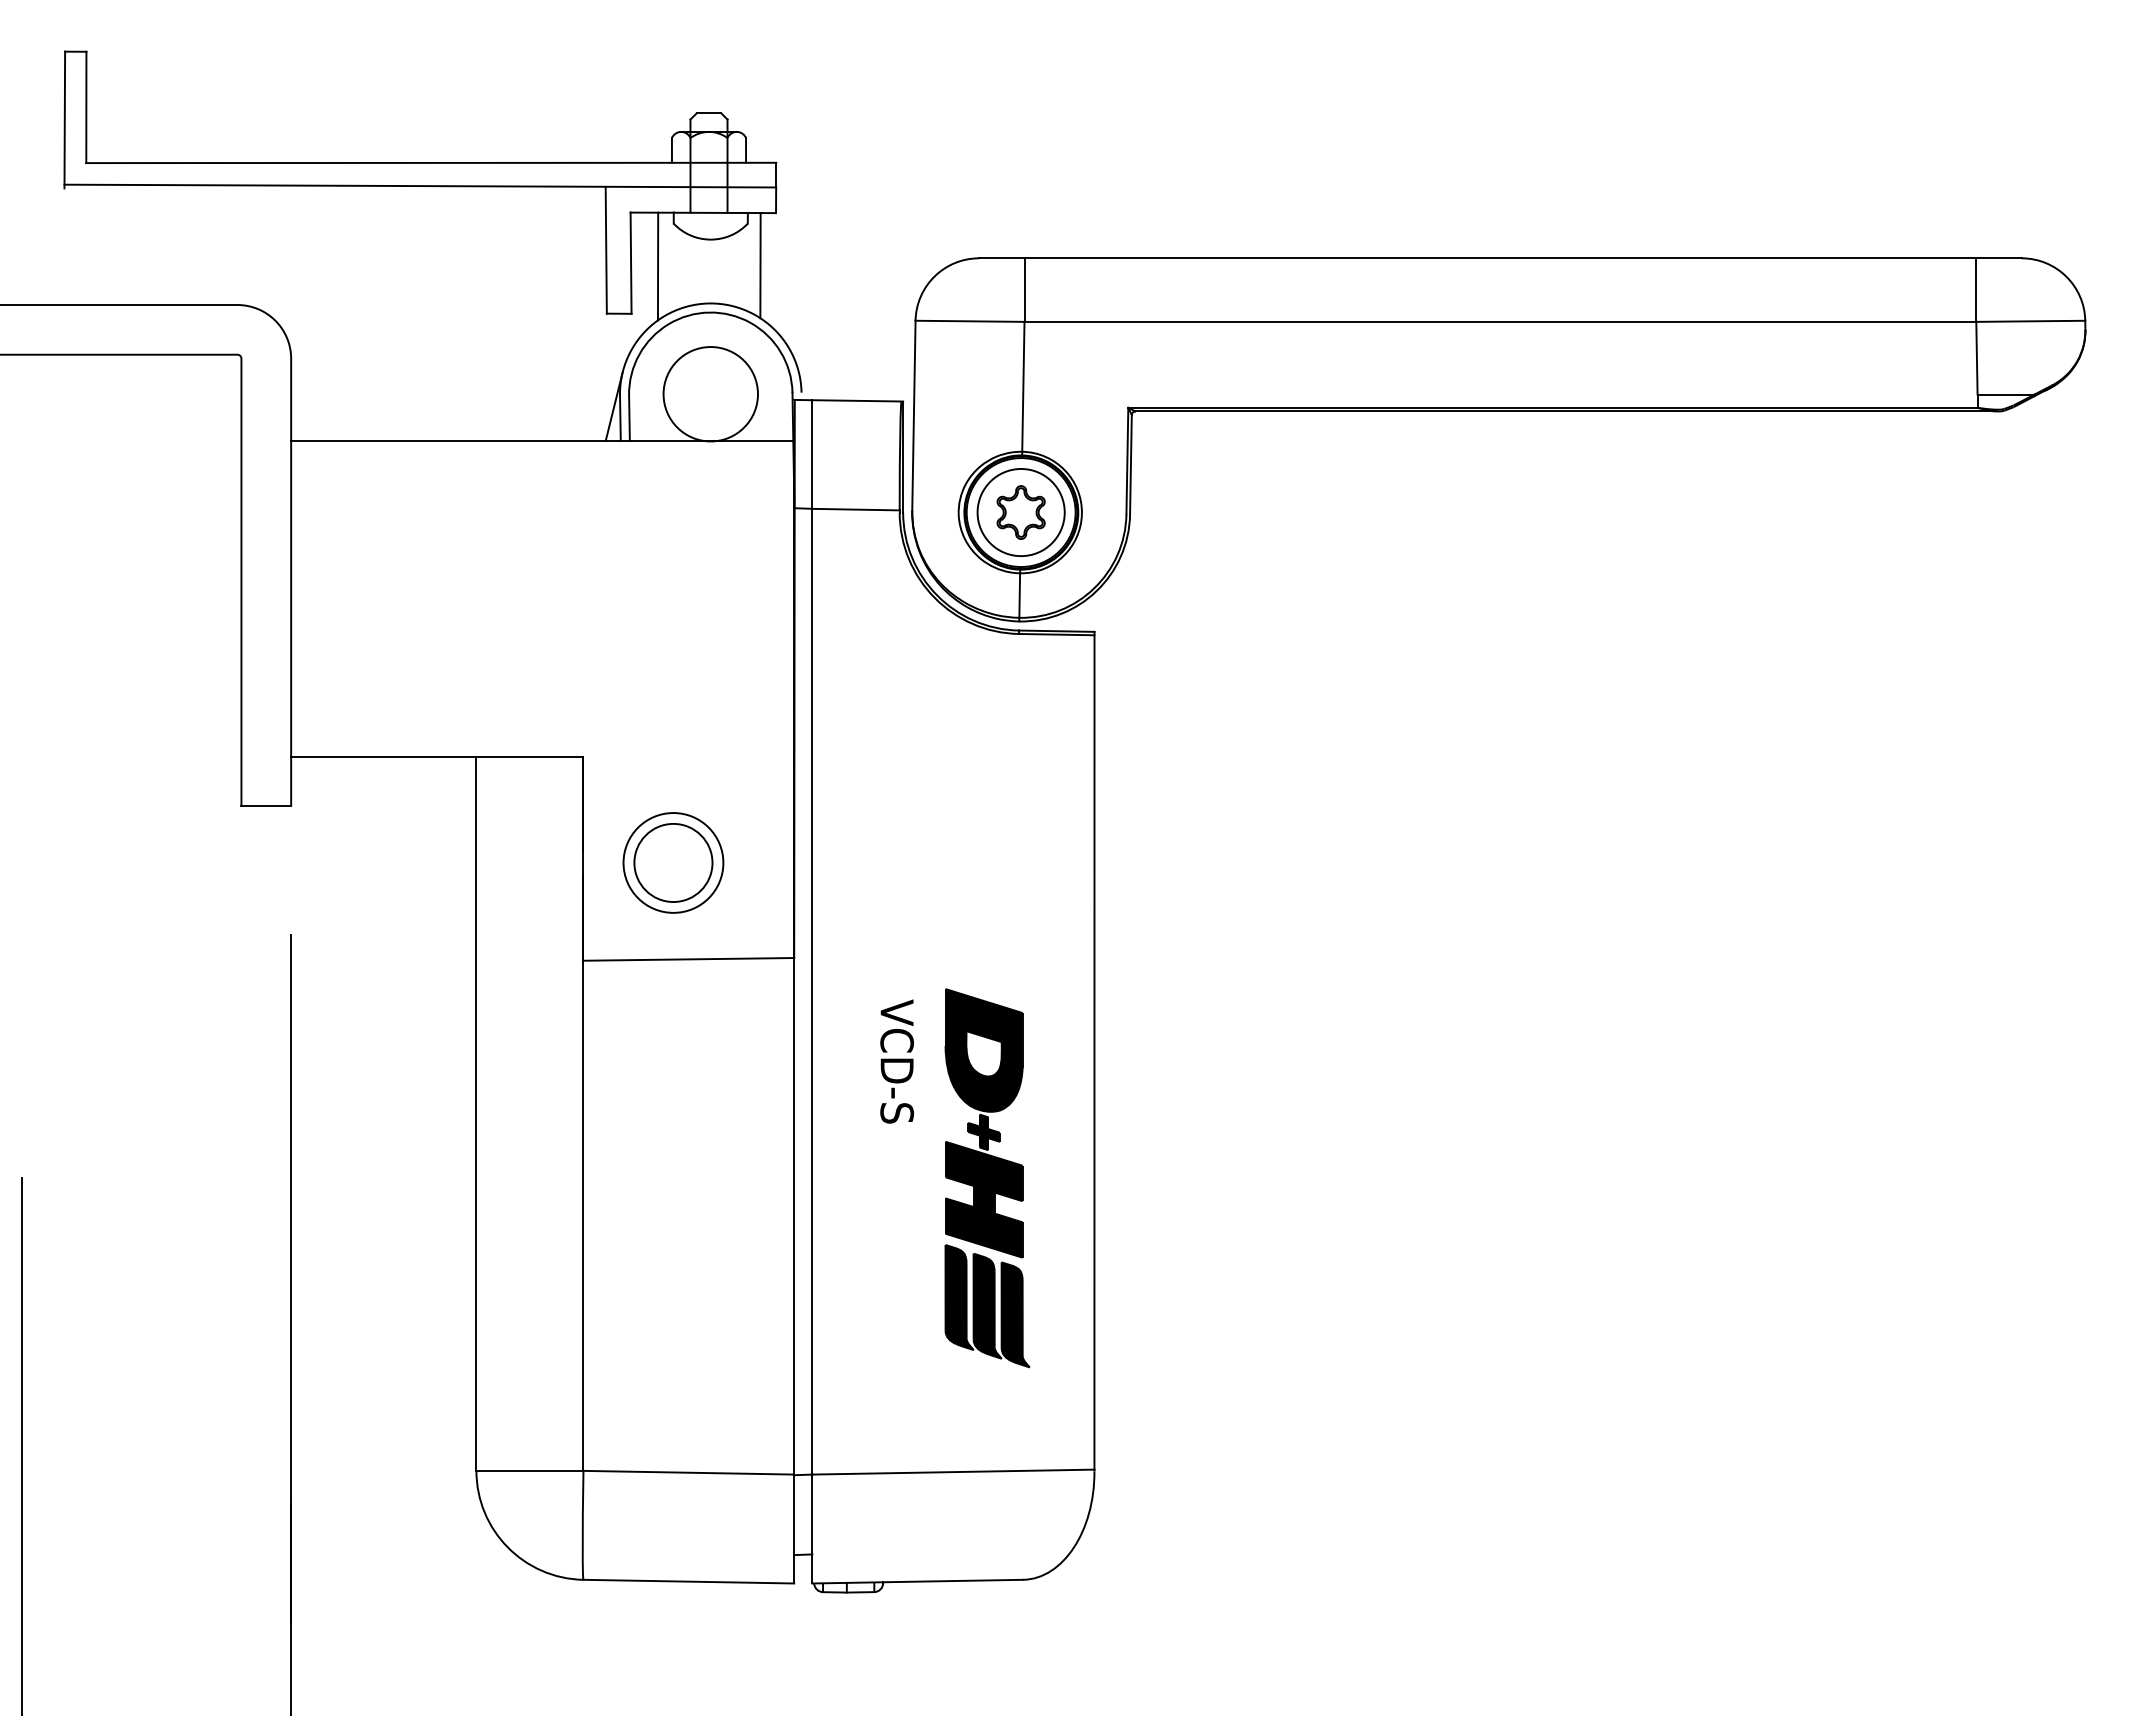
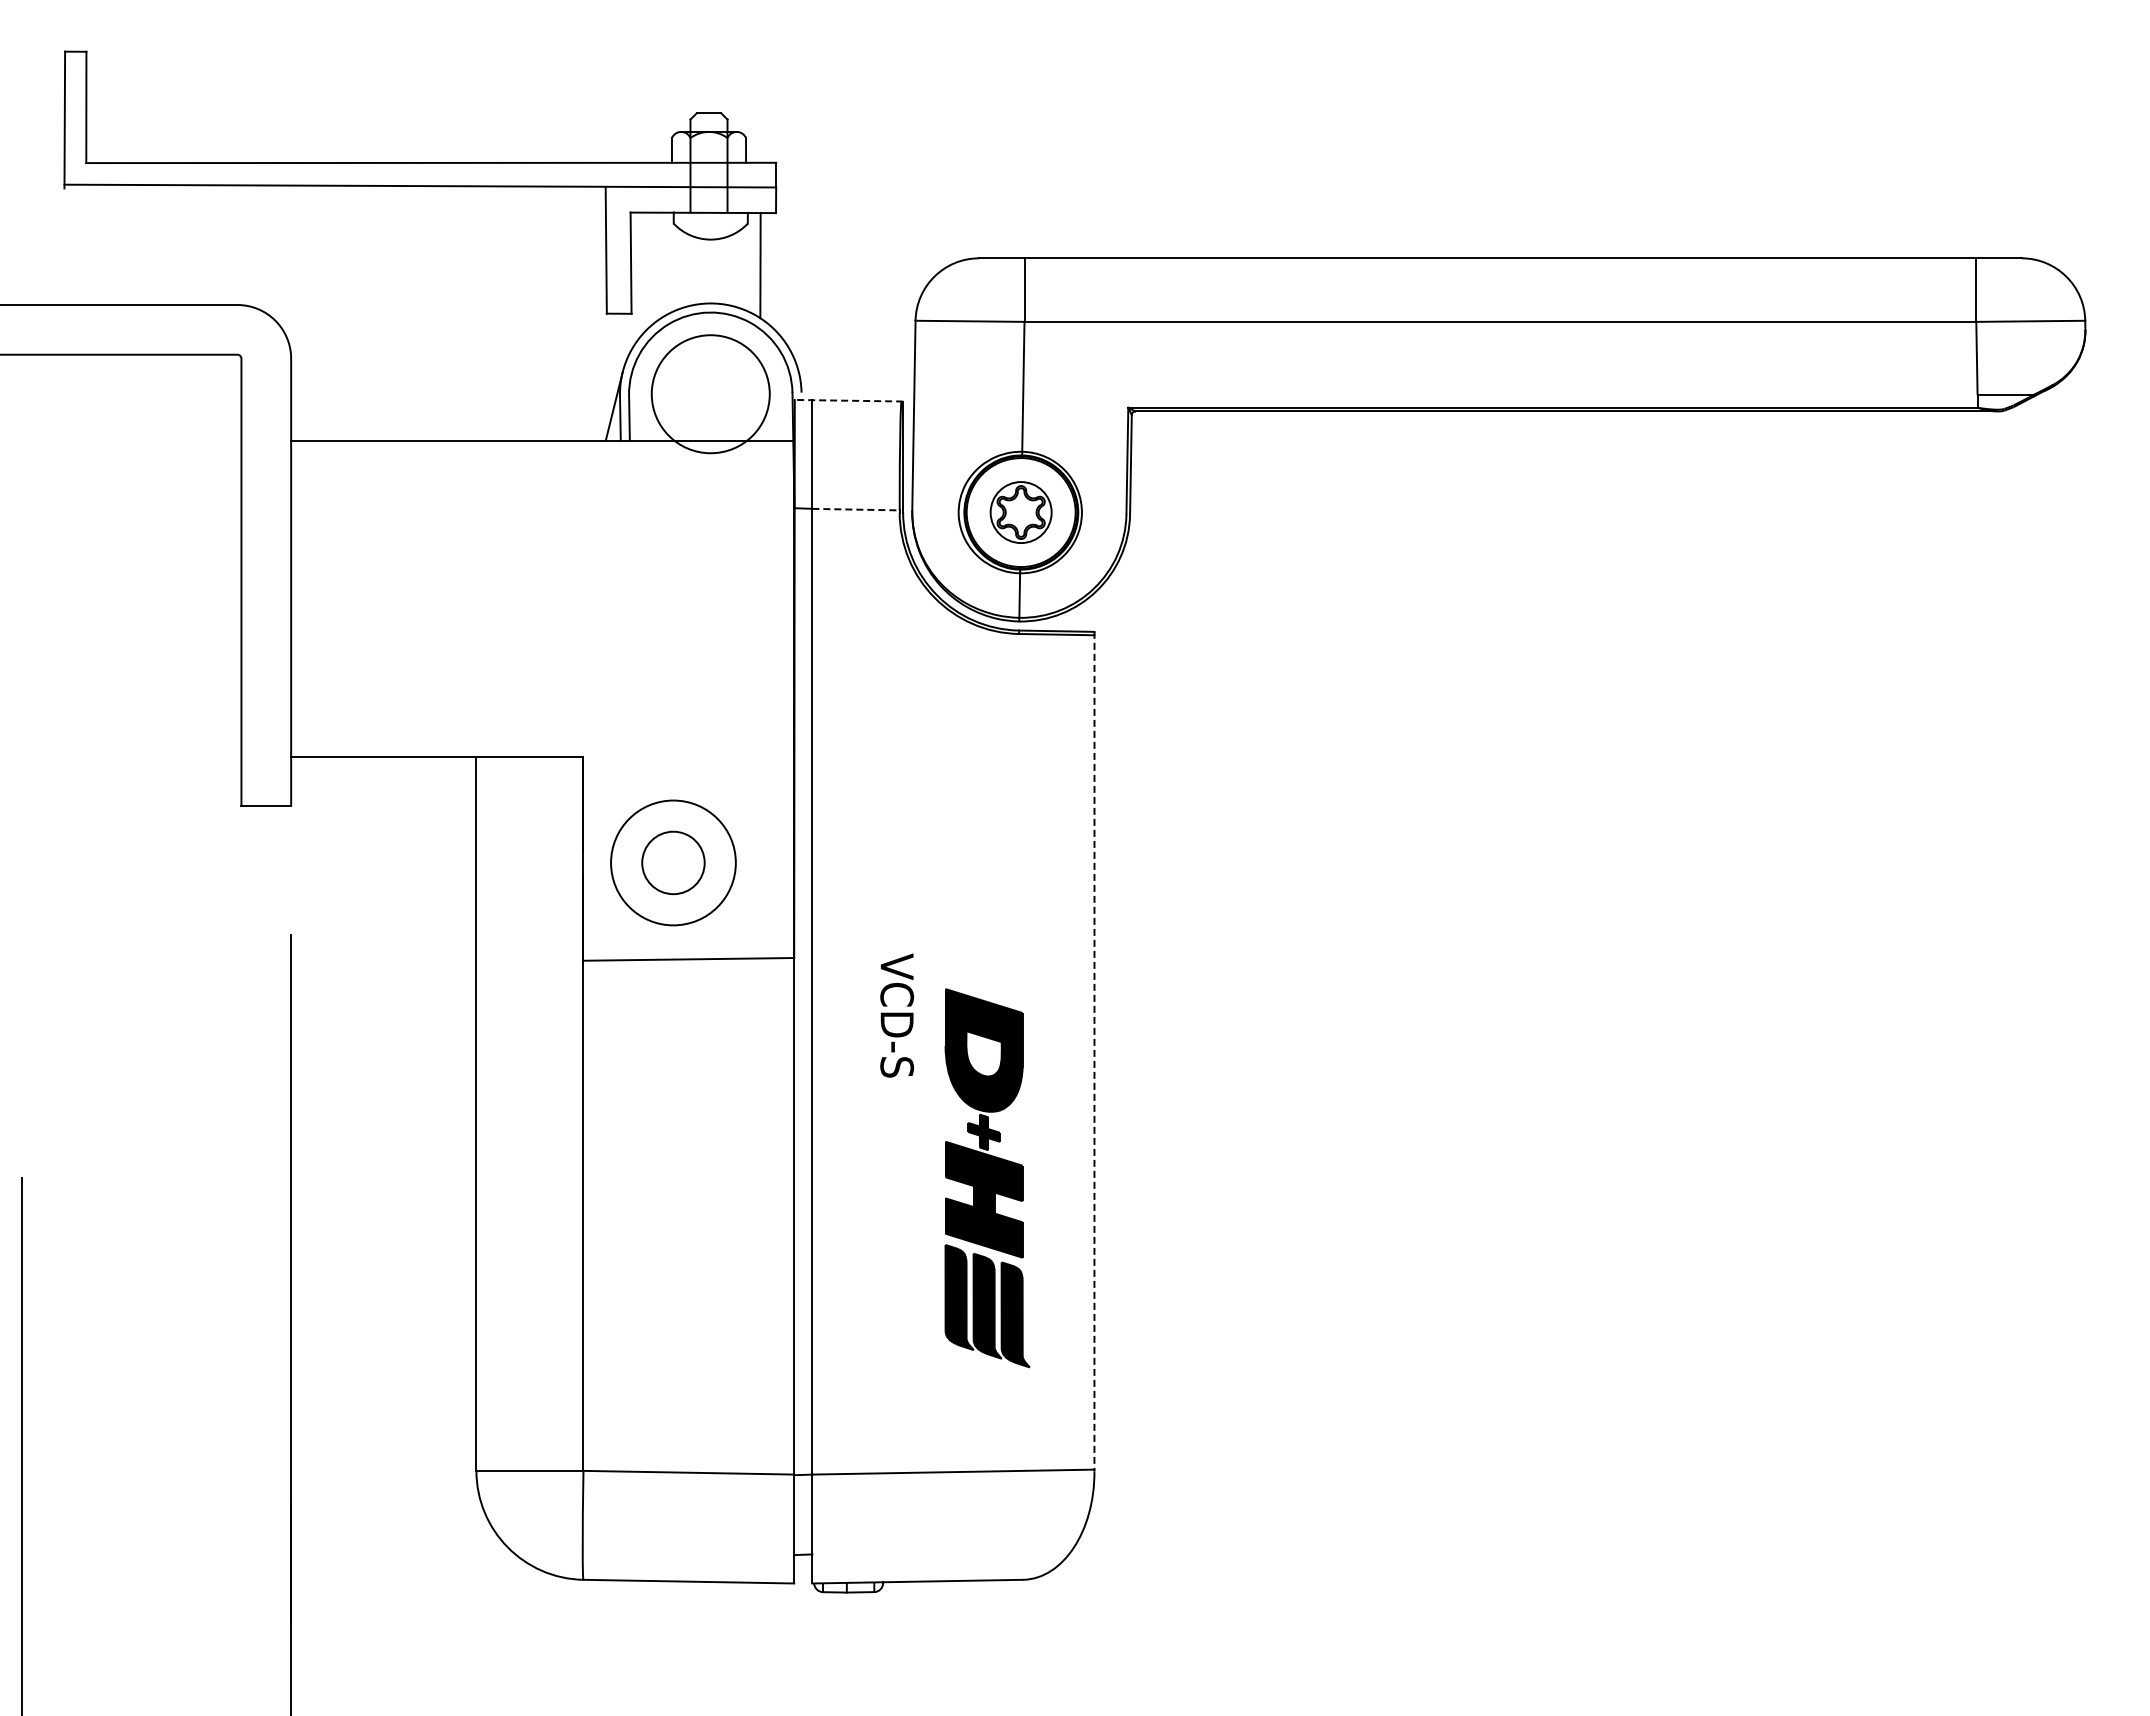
line at (657, 266): present -> none
circle at (710, 394) diameter: 94 px -> 118 px
line at (848, 400): solid -> dashed
line at (856, 509): solid -> dashed
circle at (1020, 512) diameter: 87 px -> 61 px
circle at (673, 862) diameter: 100 px -> 125 px
circle at (673, 862) diameter: 78 px -> 62 px
line at (1094, 1050): solid -> dashed
text at (896, 1061) position: (896, 1061) -> (896, 1015)
